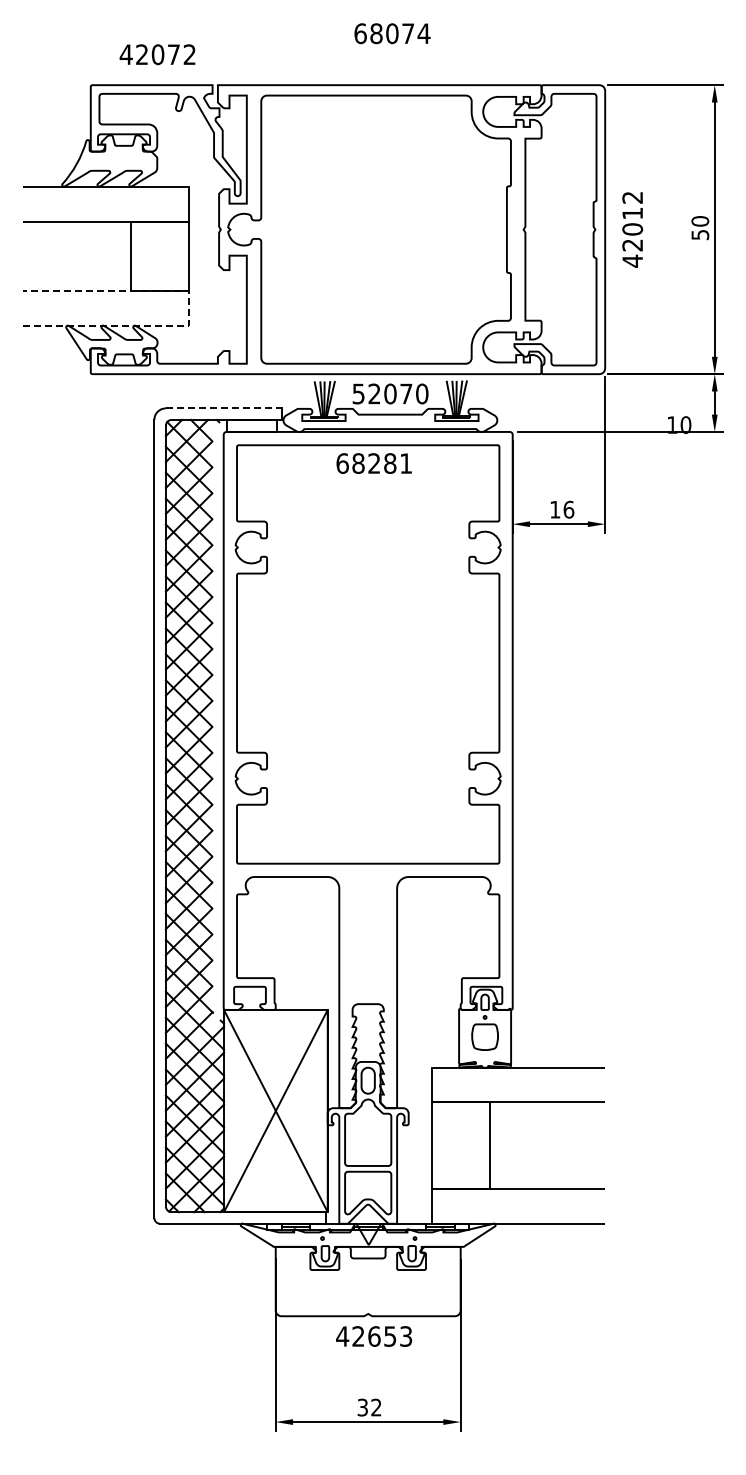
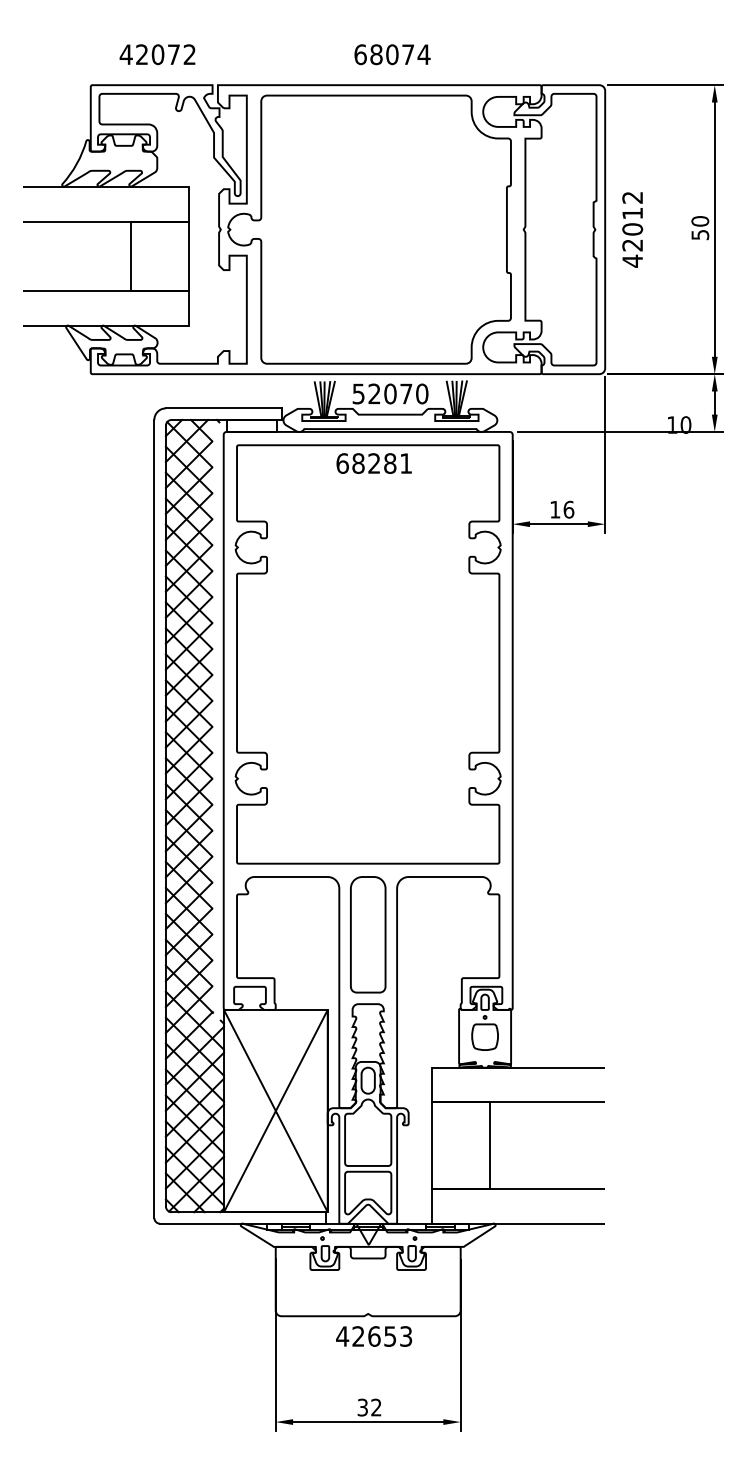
text at (392, 33) position: (392, 33) -> (392, 54)
line at (189, 307): dashed -> solid
line at (223, 408): dashed -> solid
part at (368, 934): none -> present
